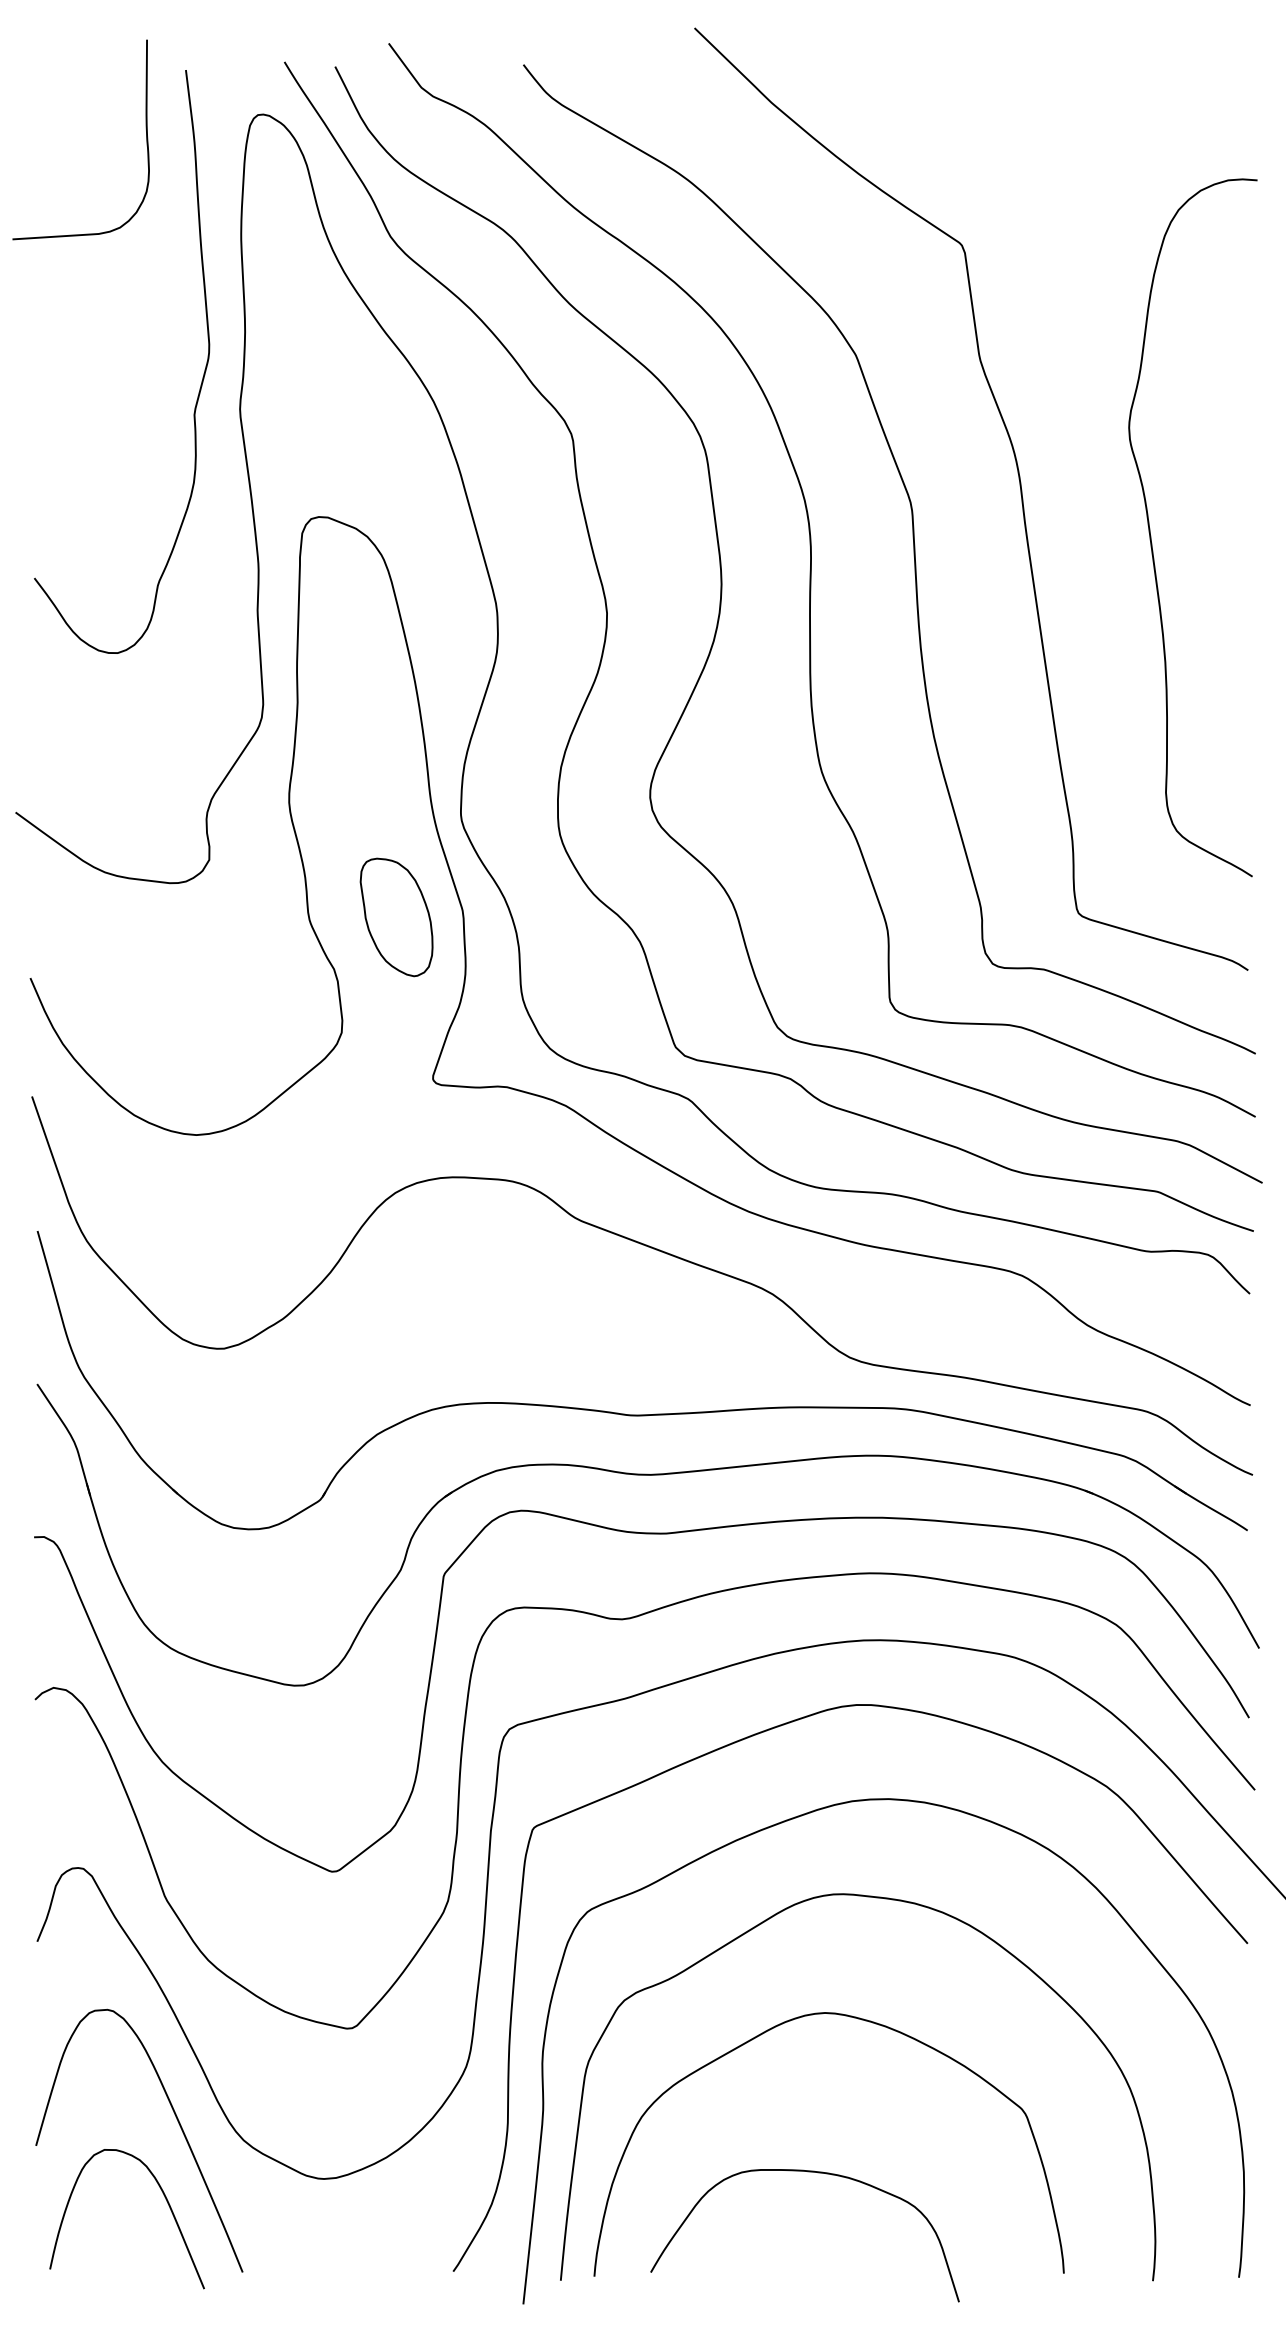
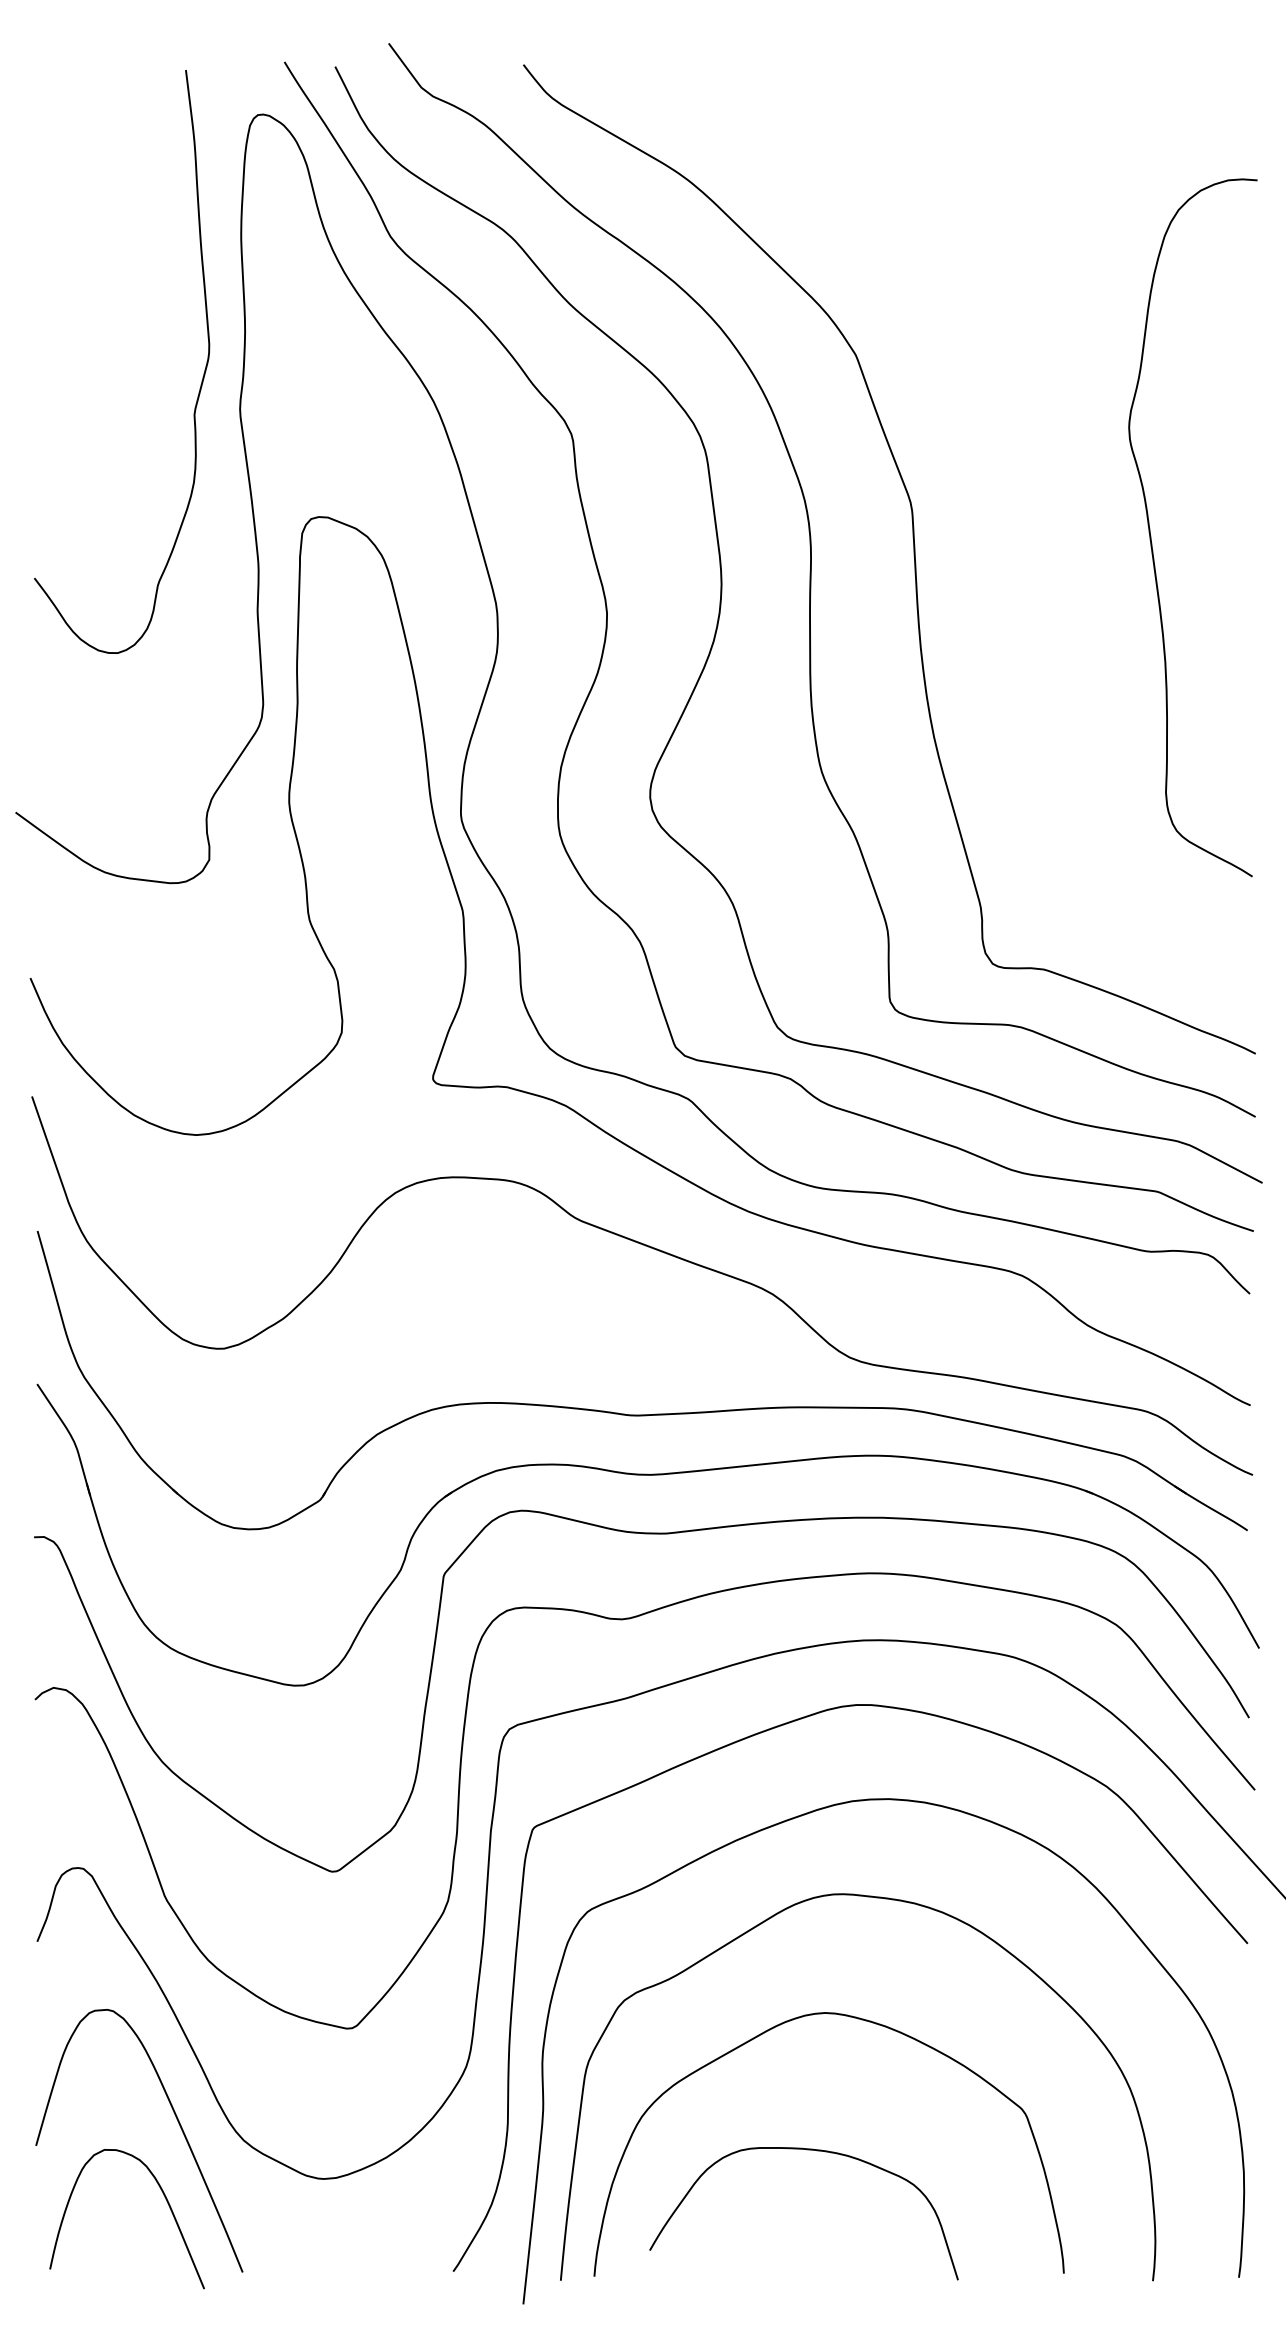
curve at (145, 128): present -> none
curve at (1020, 494): present -> none
part at (396, 917): present -> none
curve at (807, 2172) position: (807, 2172) -> (806, 2150)
